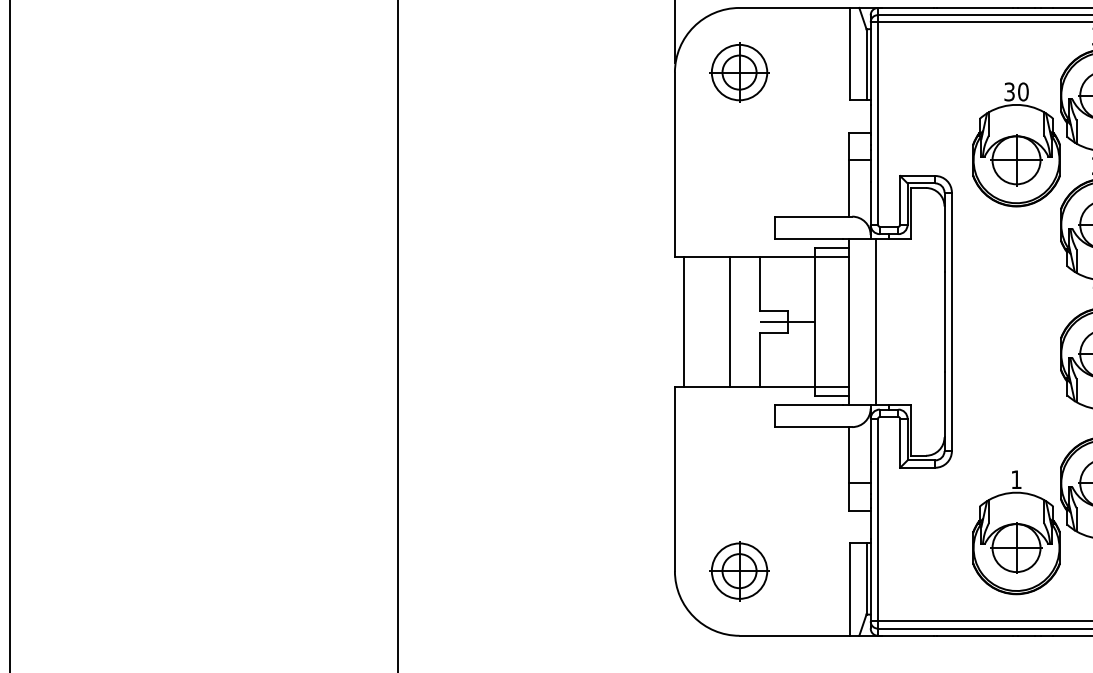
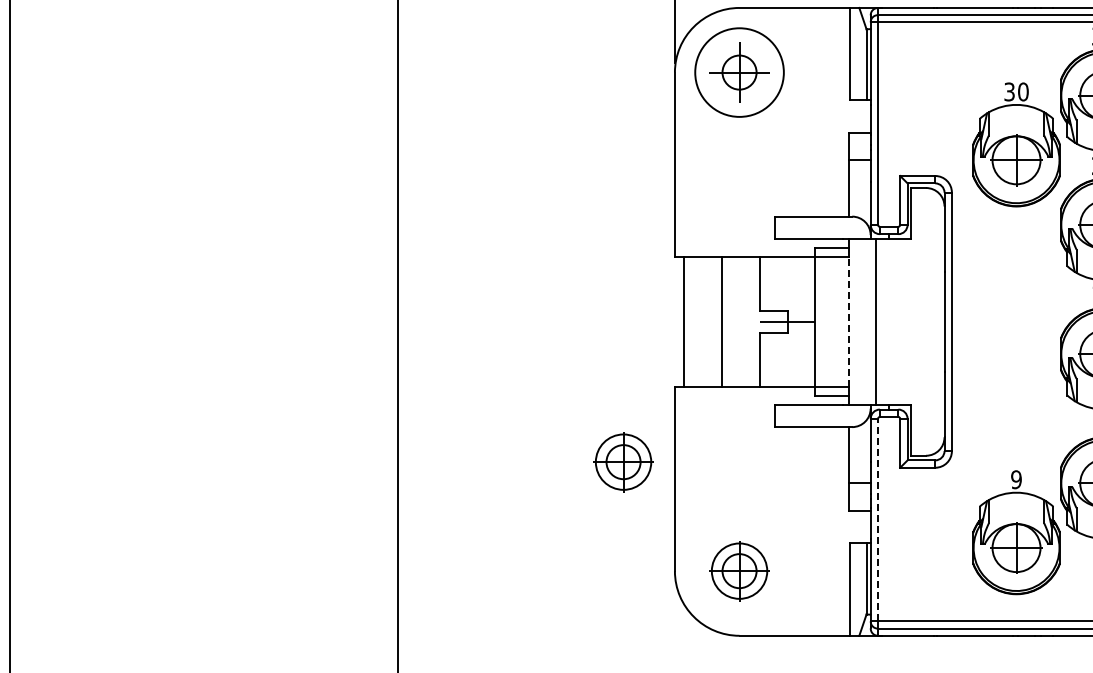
circle at (739, 72) diameter: 55 px -> 89 px
line at (730, 321) position: (730, 321) -> (722, 321)
line at (848, 321): solid -> dashed
part at (623, 462): none -> present
text at (1016, 479): 1 -> 9
line at (878, 519): solid -> dashed
